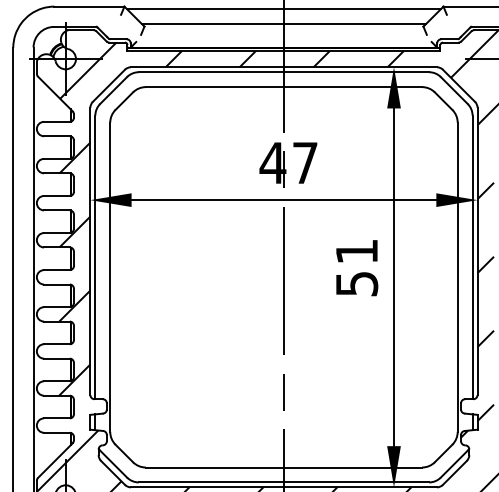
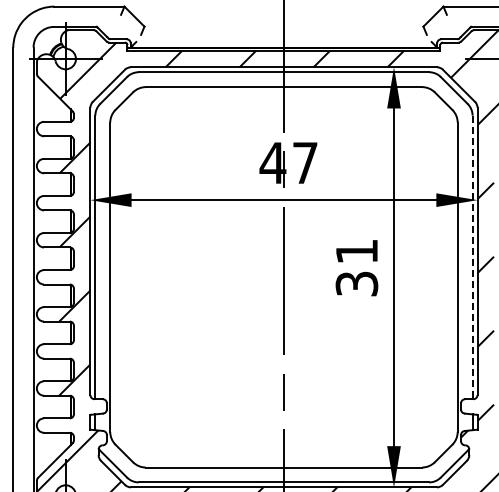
line at (283, 9): present -> none
line at (283, 24): present -> none
line at (472, 257): solid -> dashed
text at (356, 283): 51 -> 31
